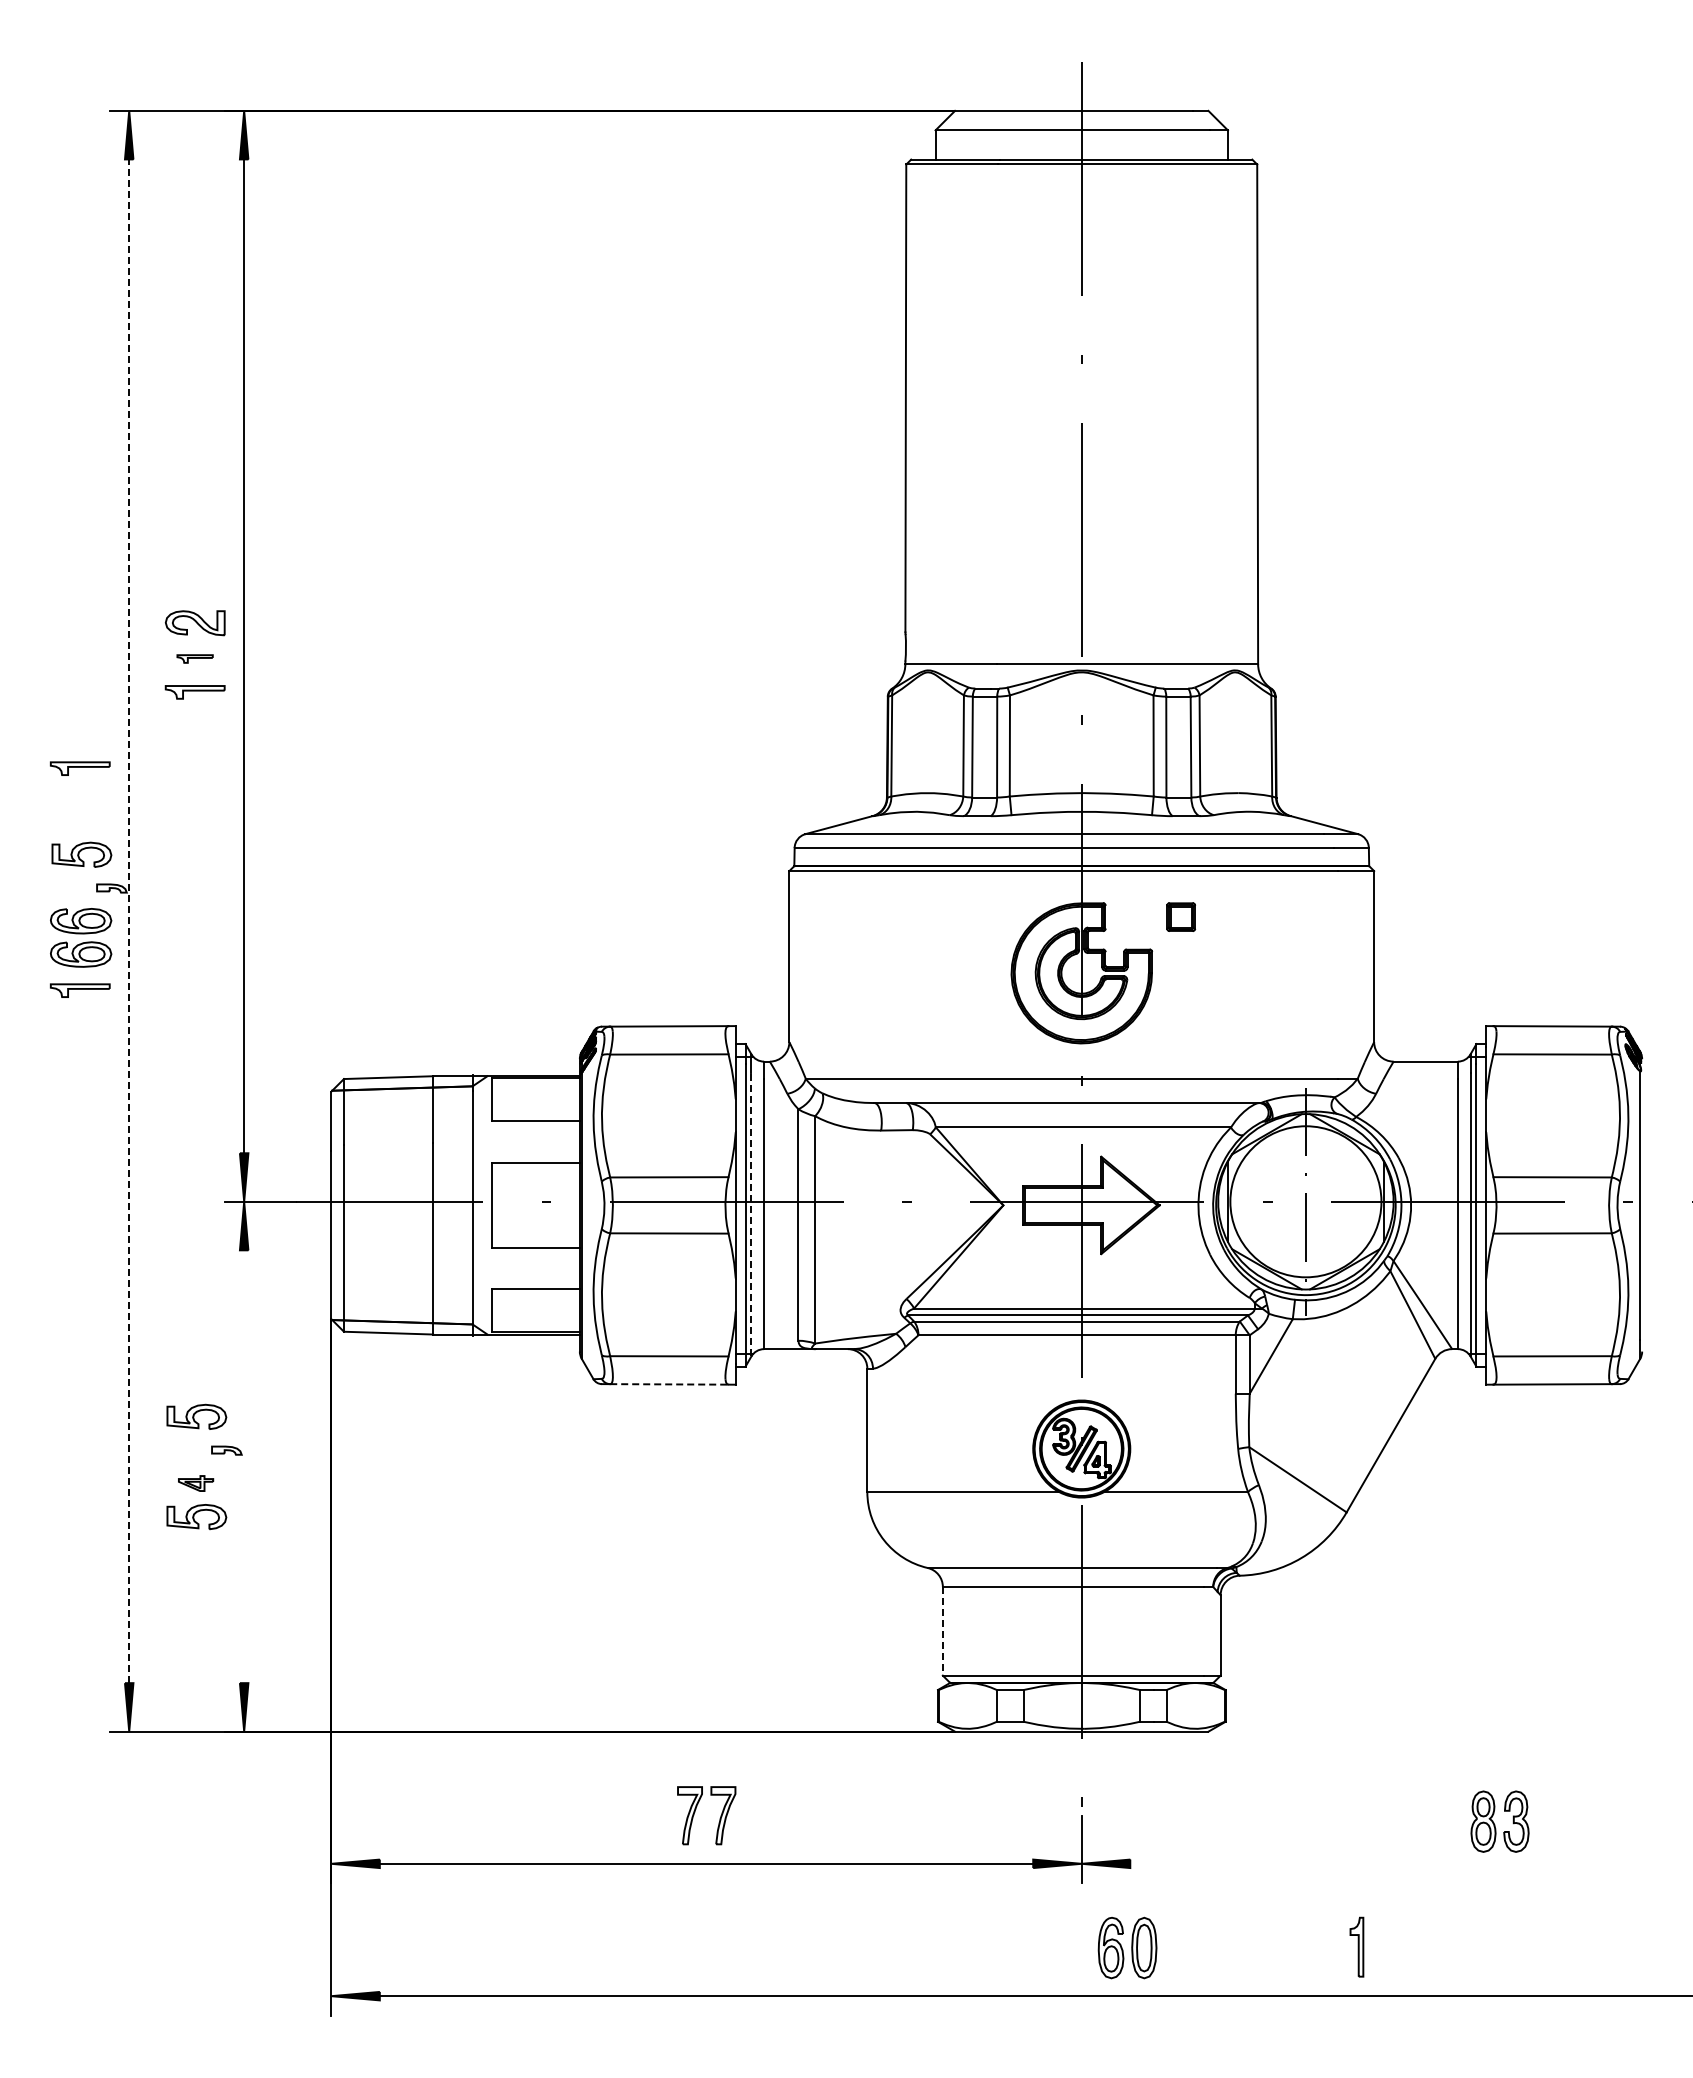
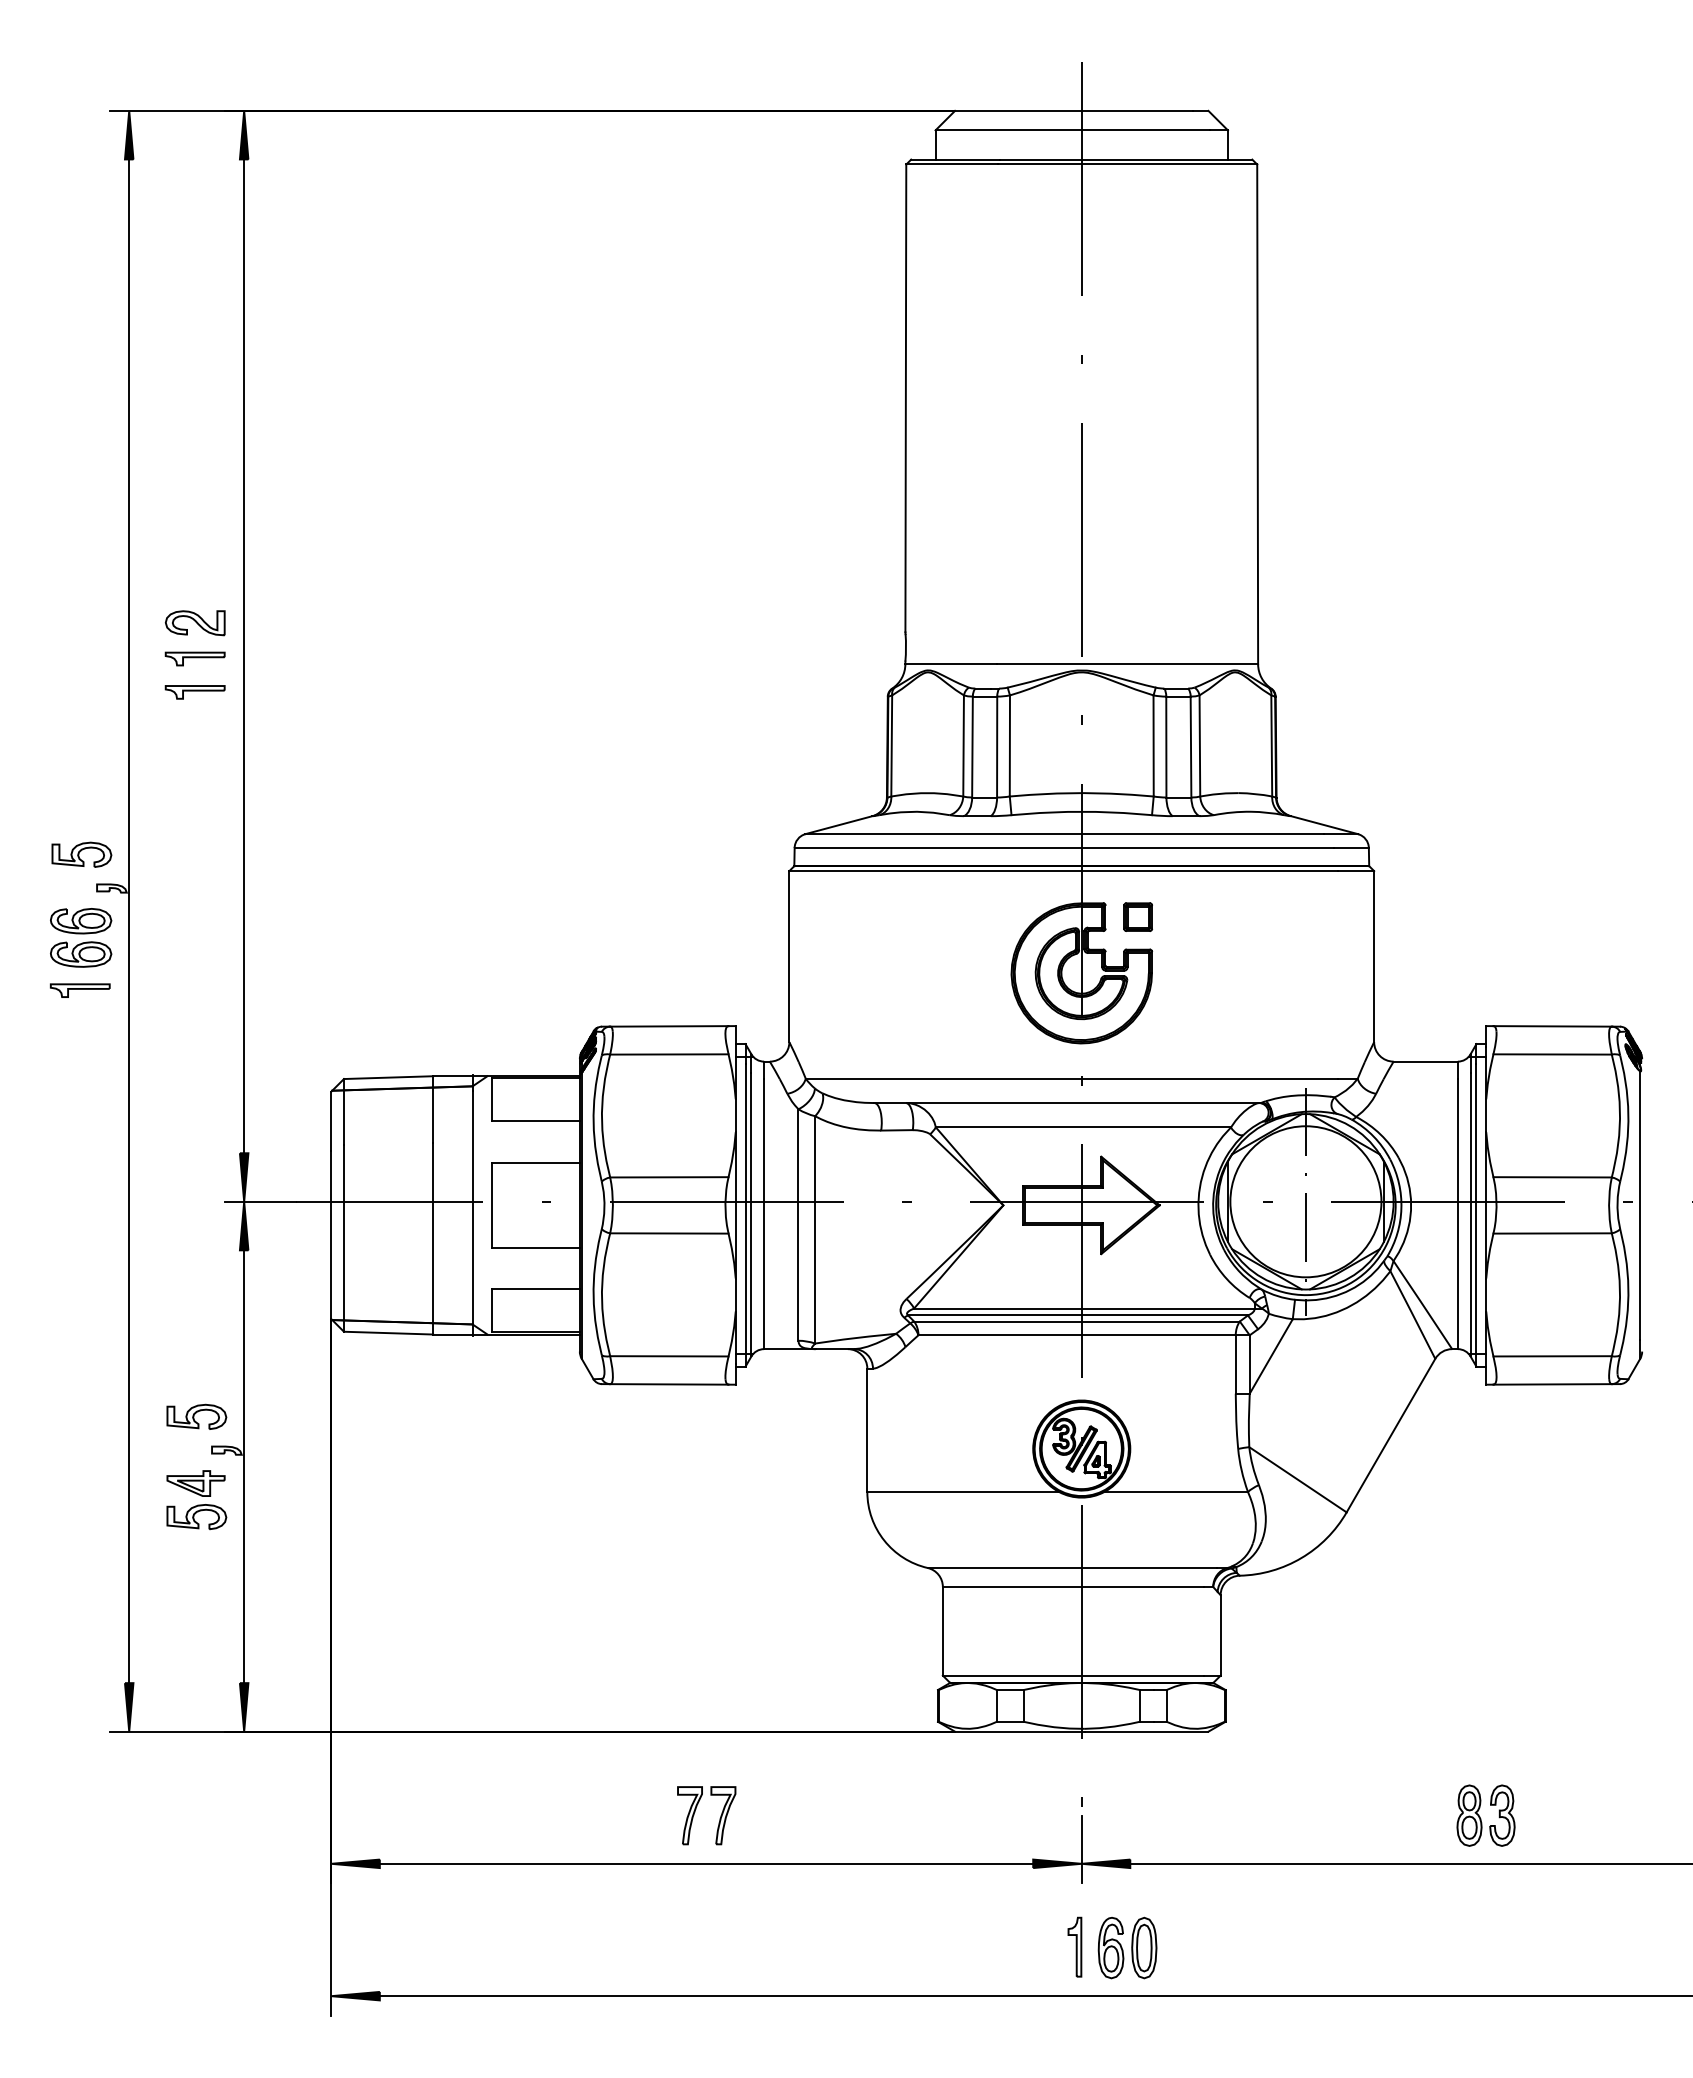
part at (194, 658) size: 38x10 px -> 62x16 px
part at (79, 768): present -> none
part at (1180, 916) position: (1180, 916) -> (1137, 916)
line at (129, 921): dashed -> solid
line at (751, 1214): dashed -> solid
line at (669, 1384): dashed -> solid
line at (244, 1466): none -> present
part at (196, 1483) size: 37x17 px -> 60x27 px
line at (942, 1631): dashed -> solid
part at (1499, 1821) position: (1499, 1821) -> (1485, 1815)
line at (1409, 1863): none -> present
part at (1356, 1946) position: (1356, 1946) -> (1074, 1946)
